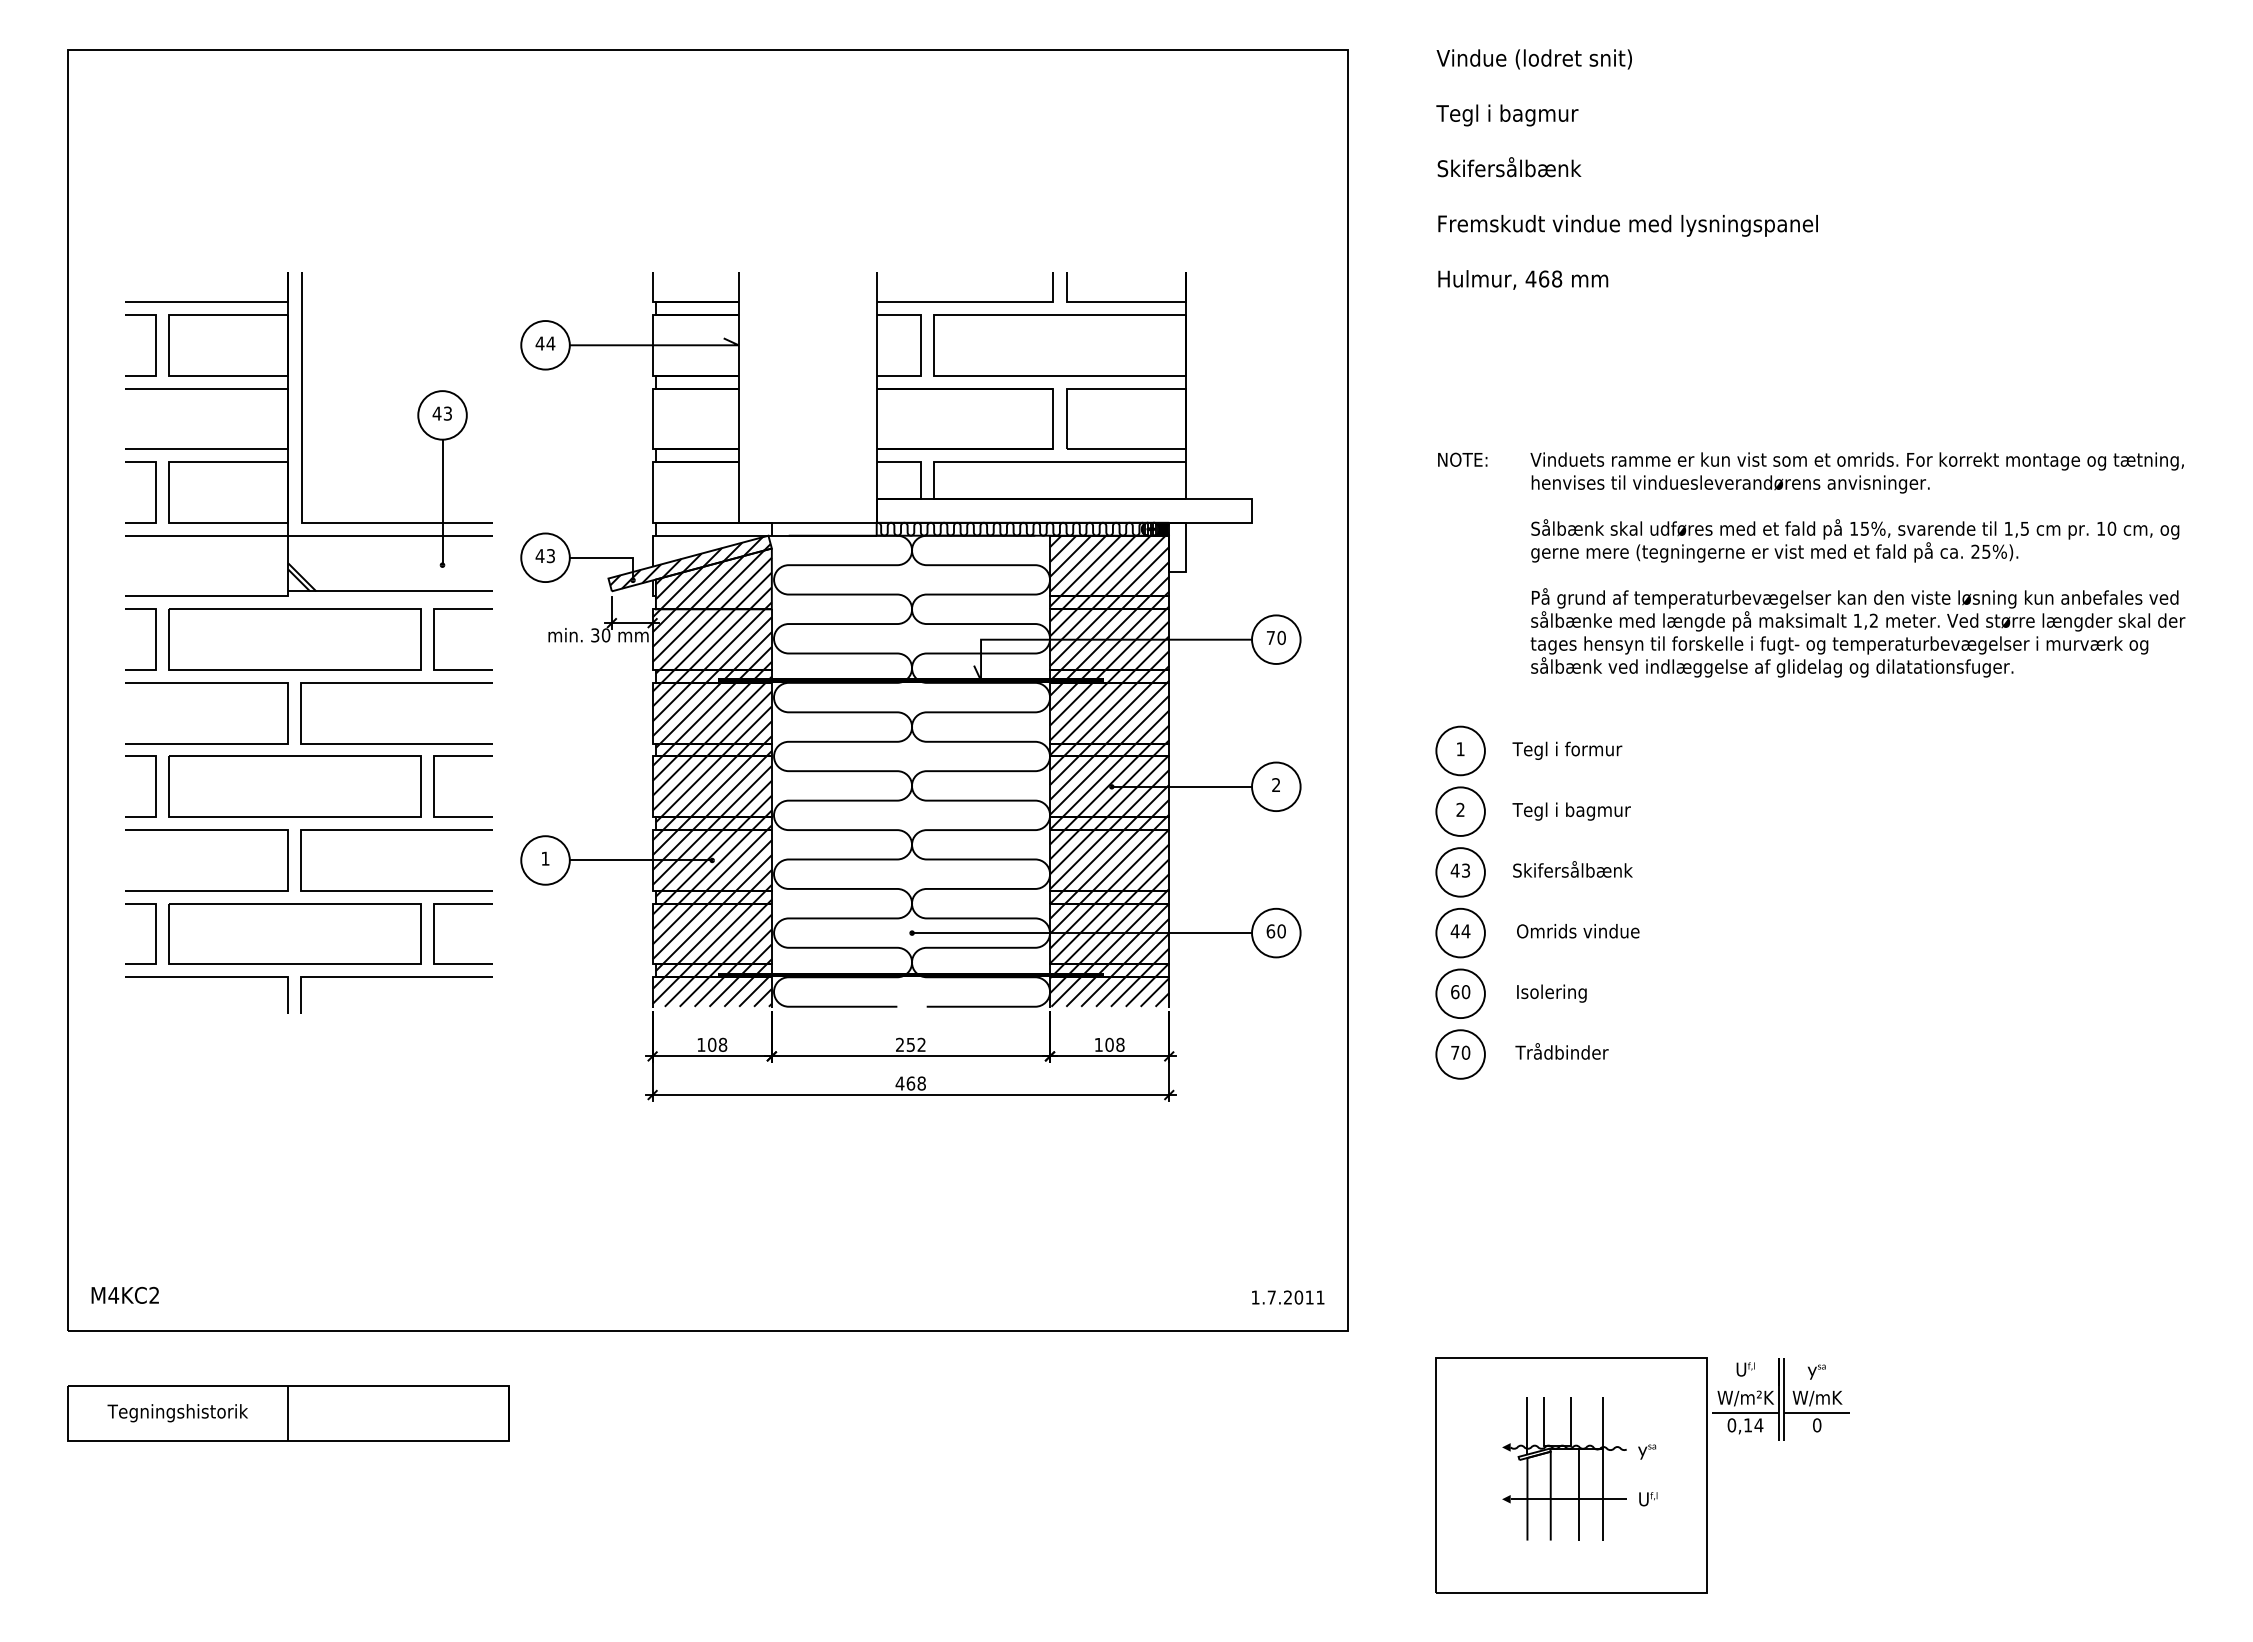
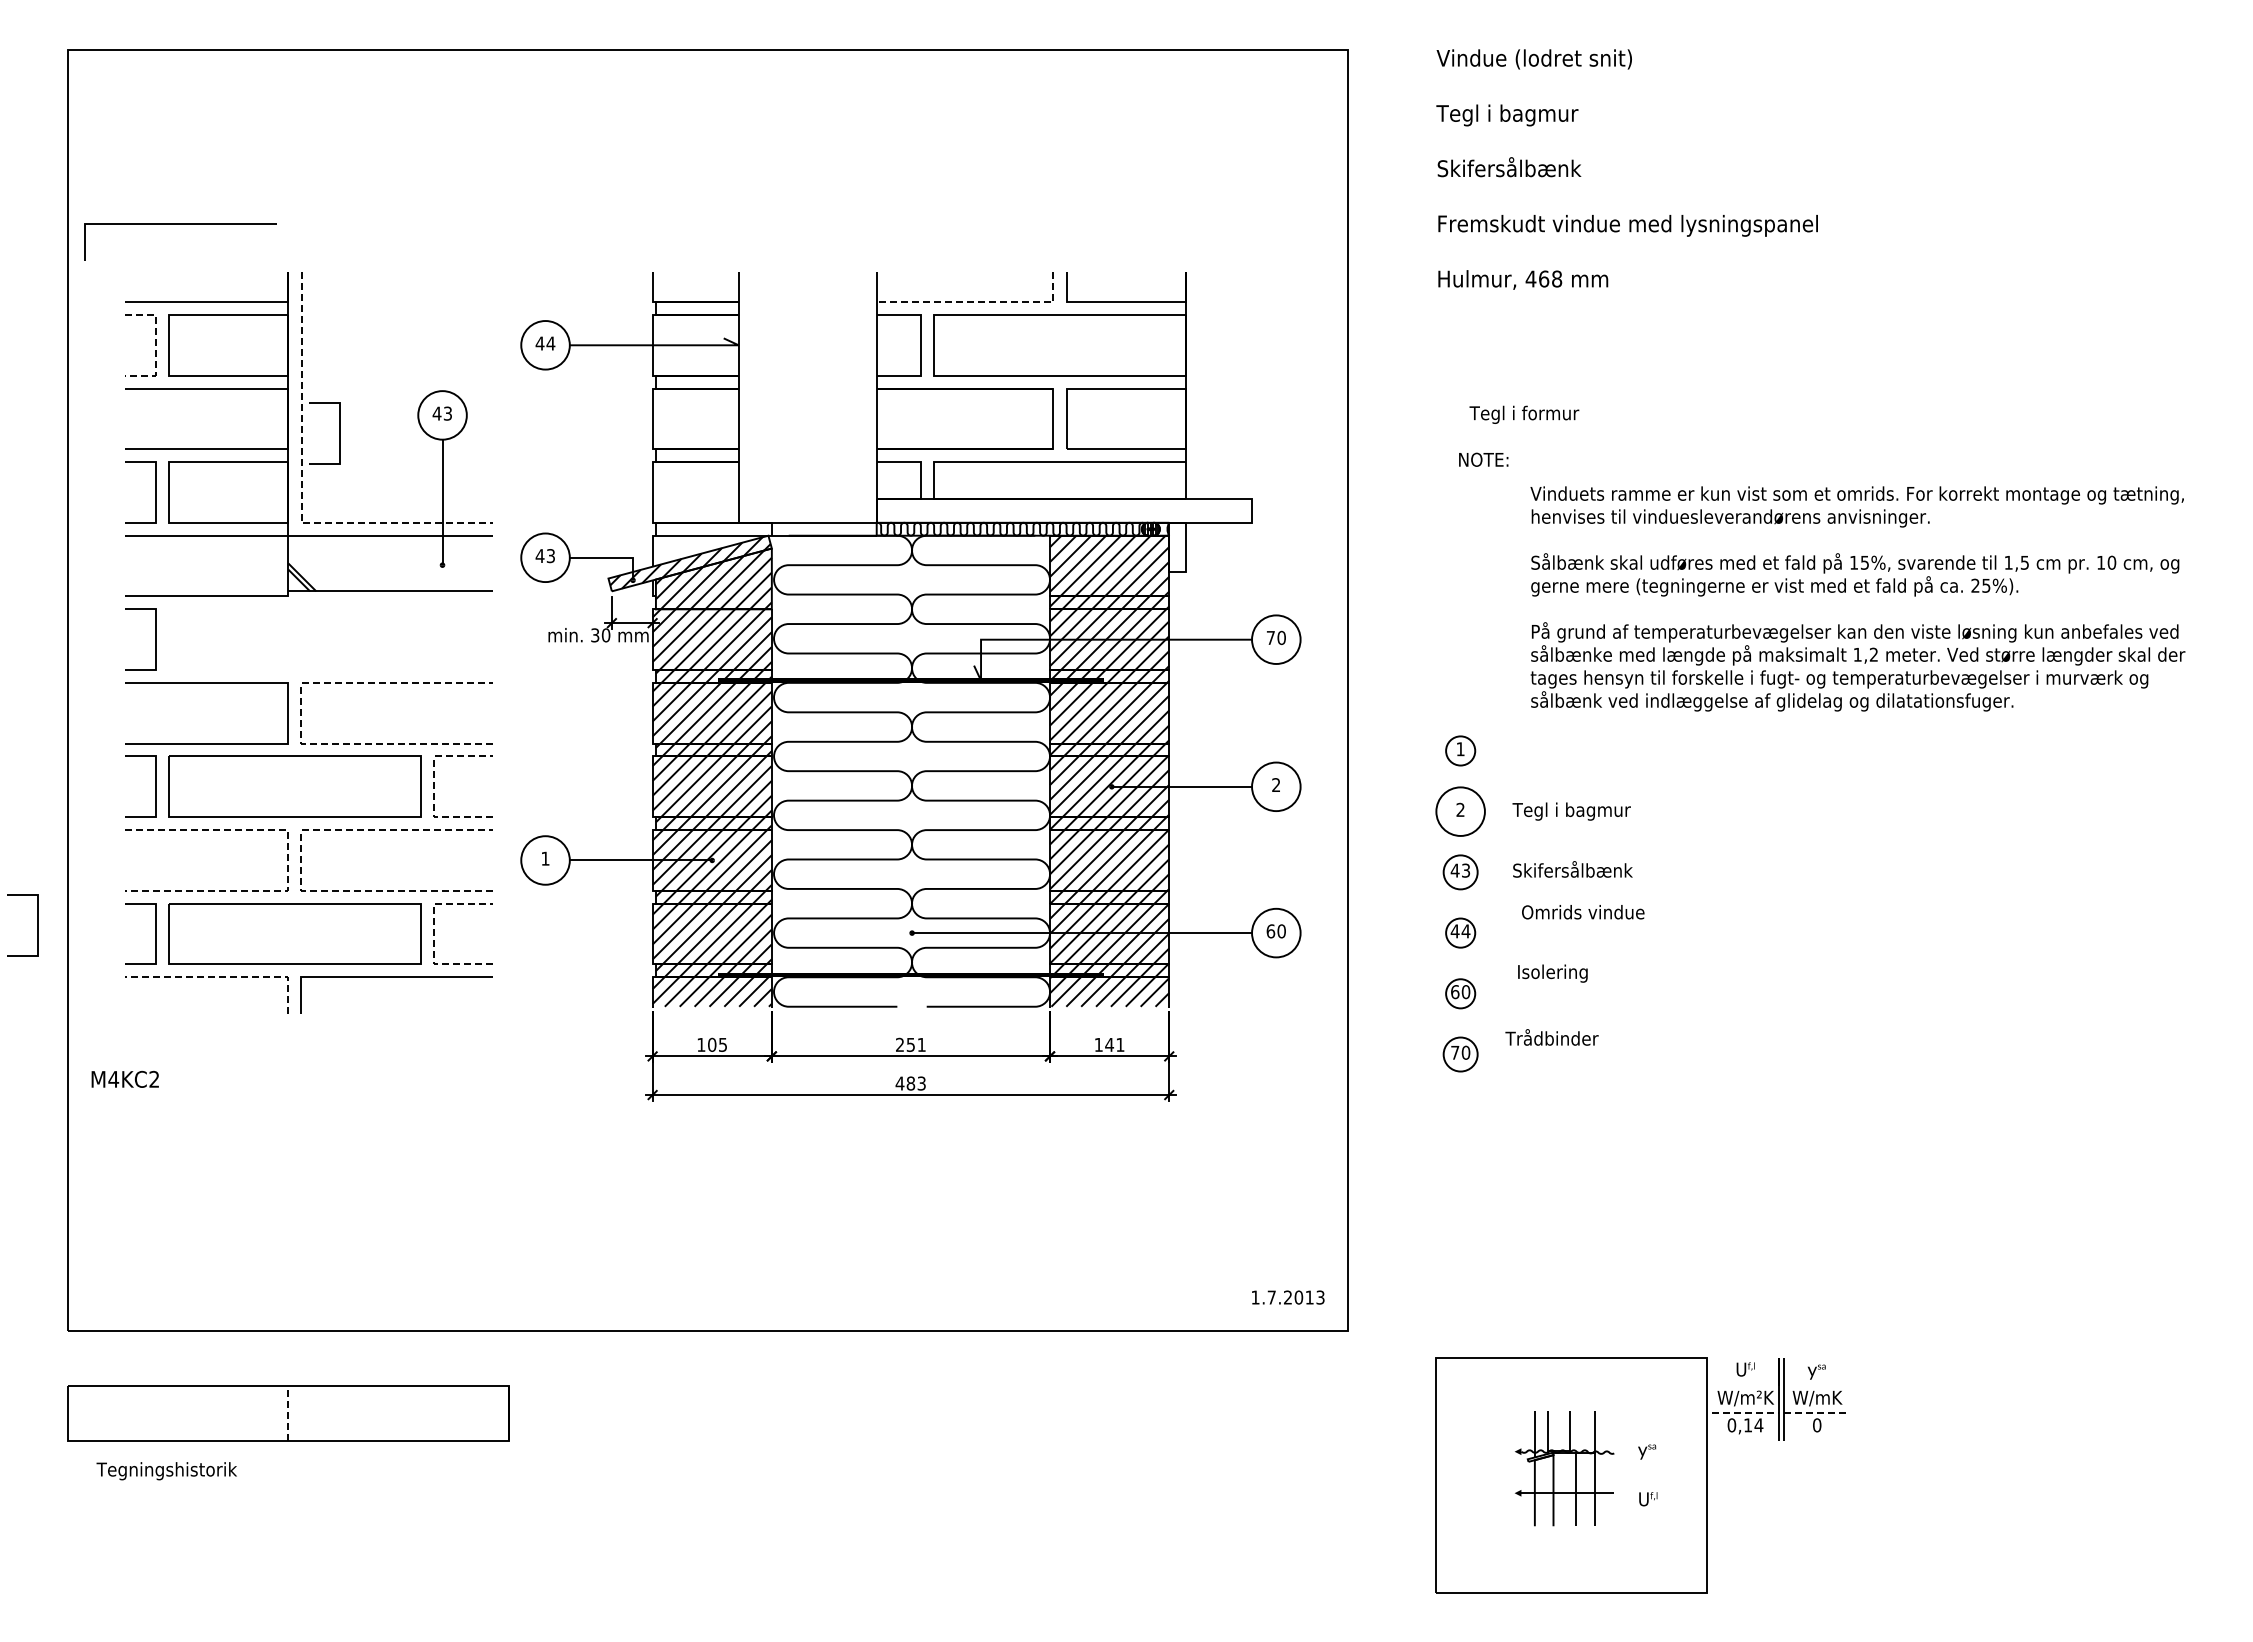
line at (180, 224): none -> present
line at (980, 302): solid -> dashed
line at (155, 345): solid -> dashed
line at (339, 433): none -> present
text at (1462, 459) position: (1462, 459) -> (1483, 459)
line at (301, 493): solid -> dashed
hatch at (1162, 529): present -> none
text at (1857, 564) position: (1857, 564) -> (1857, 598)
part at (294, 639): present -> none
line at (434, 639): present -> none
line at (301, 712): solid -> dashed
circle at (1460, 750) diameter: 49 px -> 29 px
text at (1567, 750) position: (1567, 750) -> (1524, 414)
line at (433, 786): solid -> dashed
line at (301, 859): solid -> dashed
line at (288, 860): solid -> dashed
circle at (1460, 872) diameter: 49 px -> 34 px
line at (37, 925): none -> present
text at (1578, 931) position: (1578, 931) -> (1583, 912)
circle at (1460, 932) diameter: 49 px -> 29 px
line at (433, 933): solid -> dashed
line at (225, 977): solid -> dashed
circle at (1460, 993) diameter: 49 px -> 29 px
text at (1551, 993) position: (1551, 993) -> (1552, 973)
text at (722, 1044): 108 -> 105
text at (921, 1044): 252 -> 251
text at (1114, 1044): 108 -> 141
text at (1561, 1051) position: (1561, 1051) -> (1551, 1037)
circle at (1460, 1054) diameter: 49 px -> 34 px
text at (915, 1083): 468 -> 483
text at (124, 1294) position: (124, 1294) -> (124, 1078)
text at (1320, 1297): 1.7.2011 -> 1.7.2013
text at (177, 1413) position: (177, 1413) -> (166, 1471)
line at (288, 1413): solid -> dashed
line at (1745, 1413): solid -> dashed
line at (1817, 1413): solid -> dashed
part at (1564, 1468) size: 125x144 px -> 100x116 px
